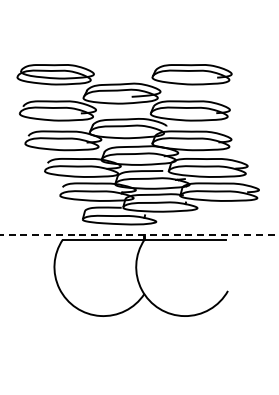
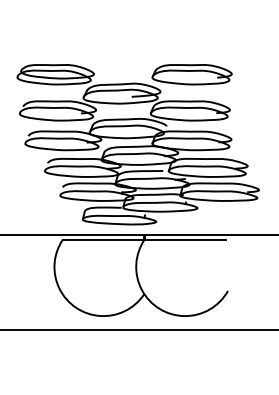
line at (139, 234): dashed -> solid
line at (138, 330): none -> present
